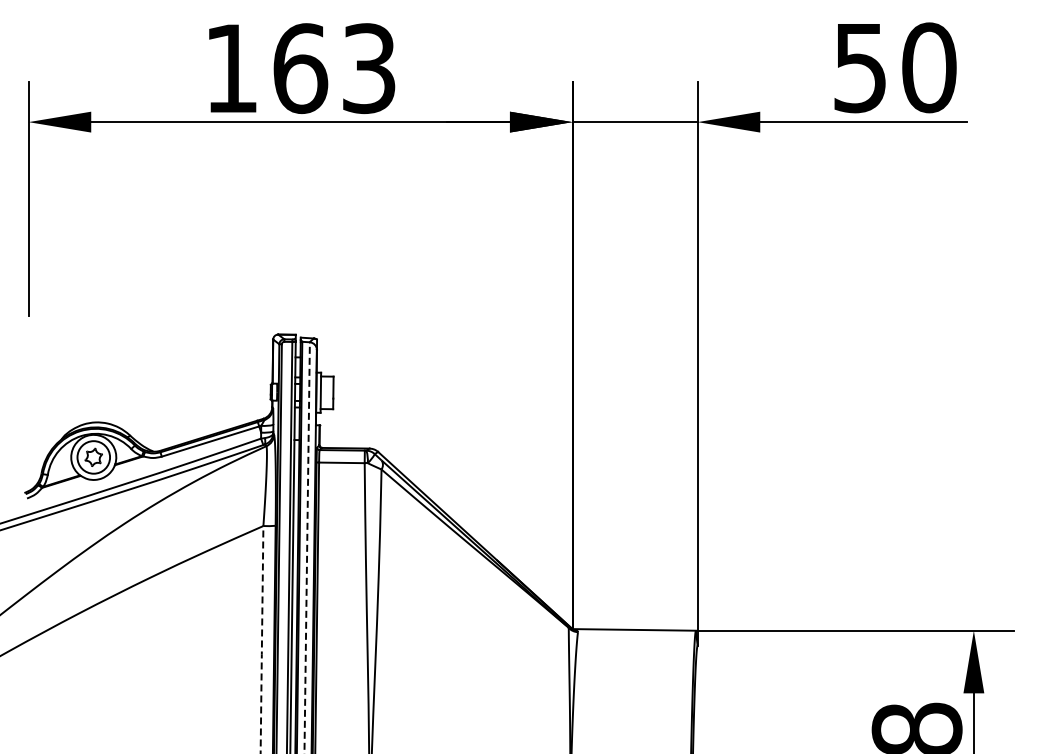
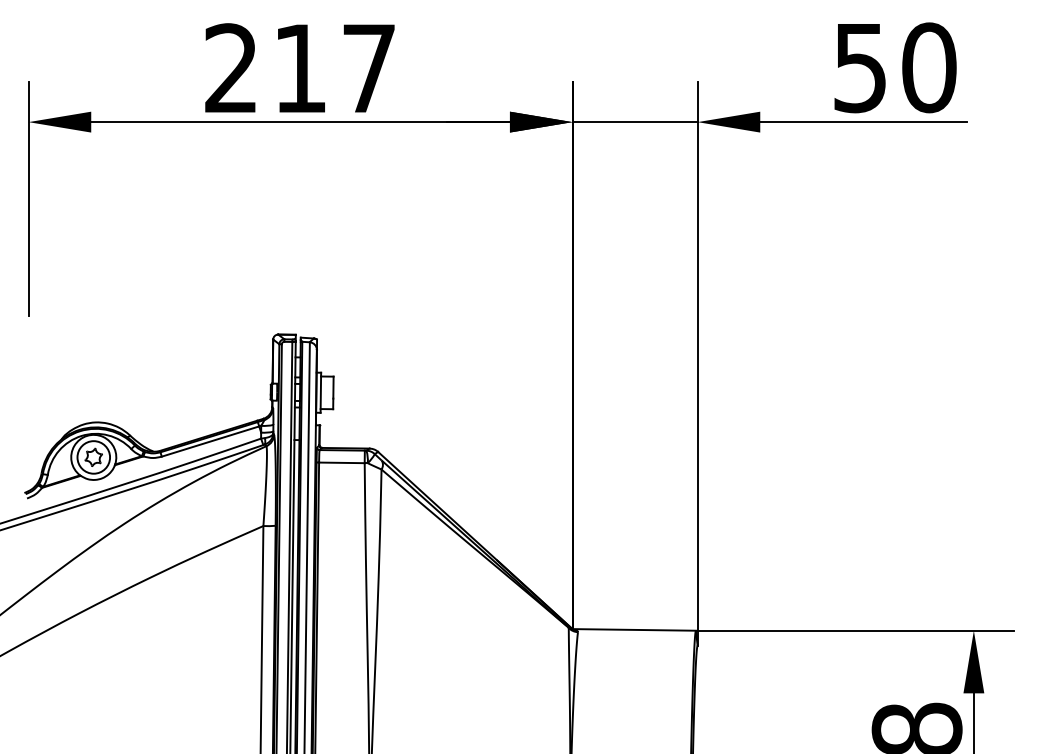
text at (300, 68): 163 -> 217
line at (307, 547): dashed -> solid
line at (262, 640): dashed -> solid
